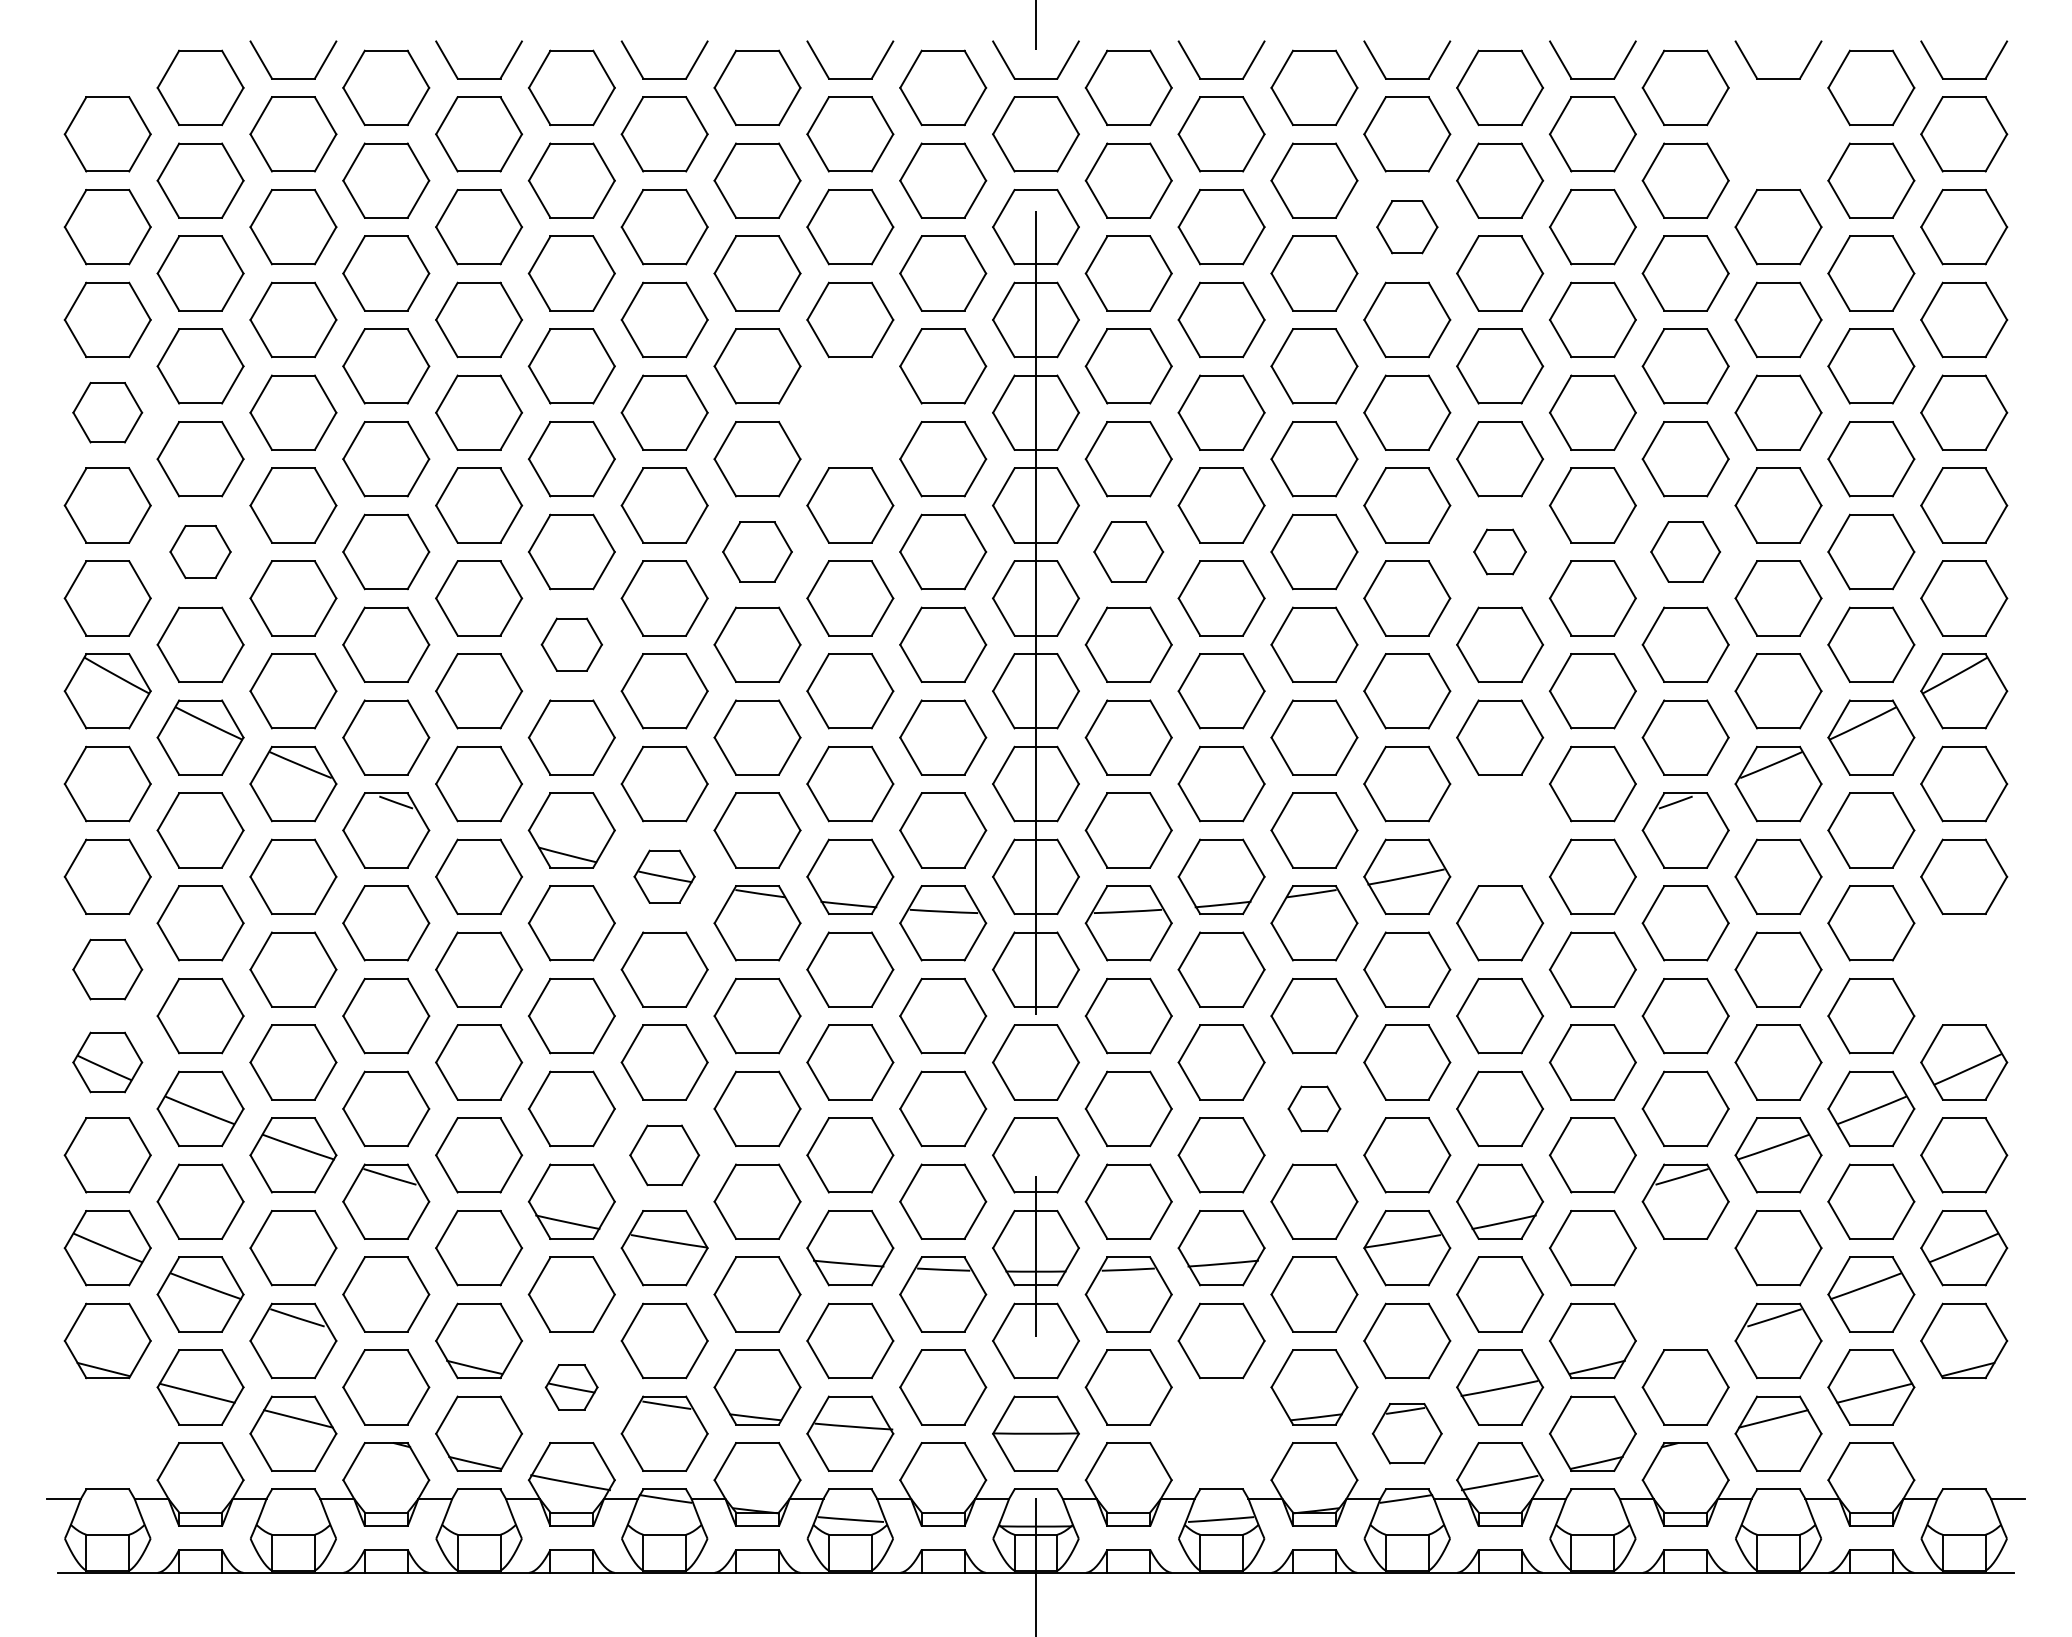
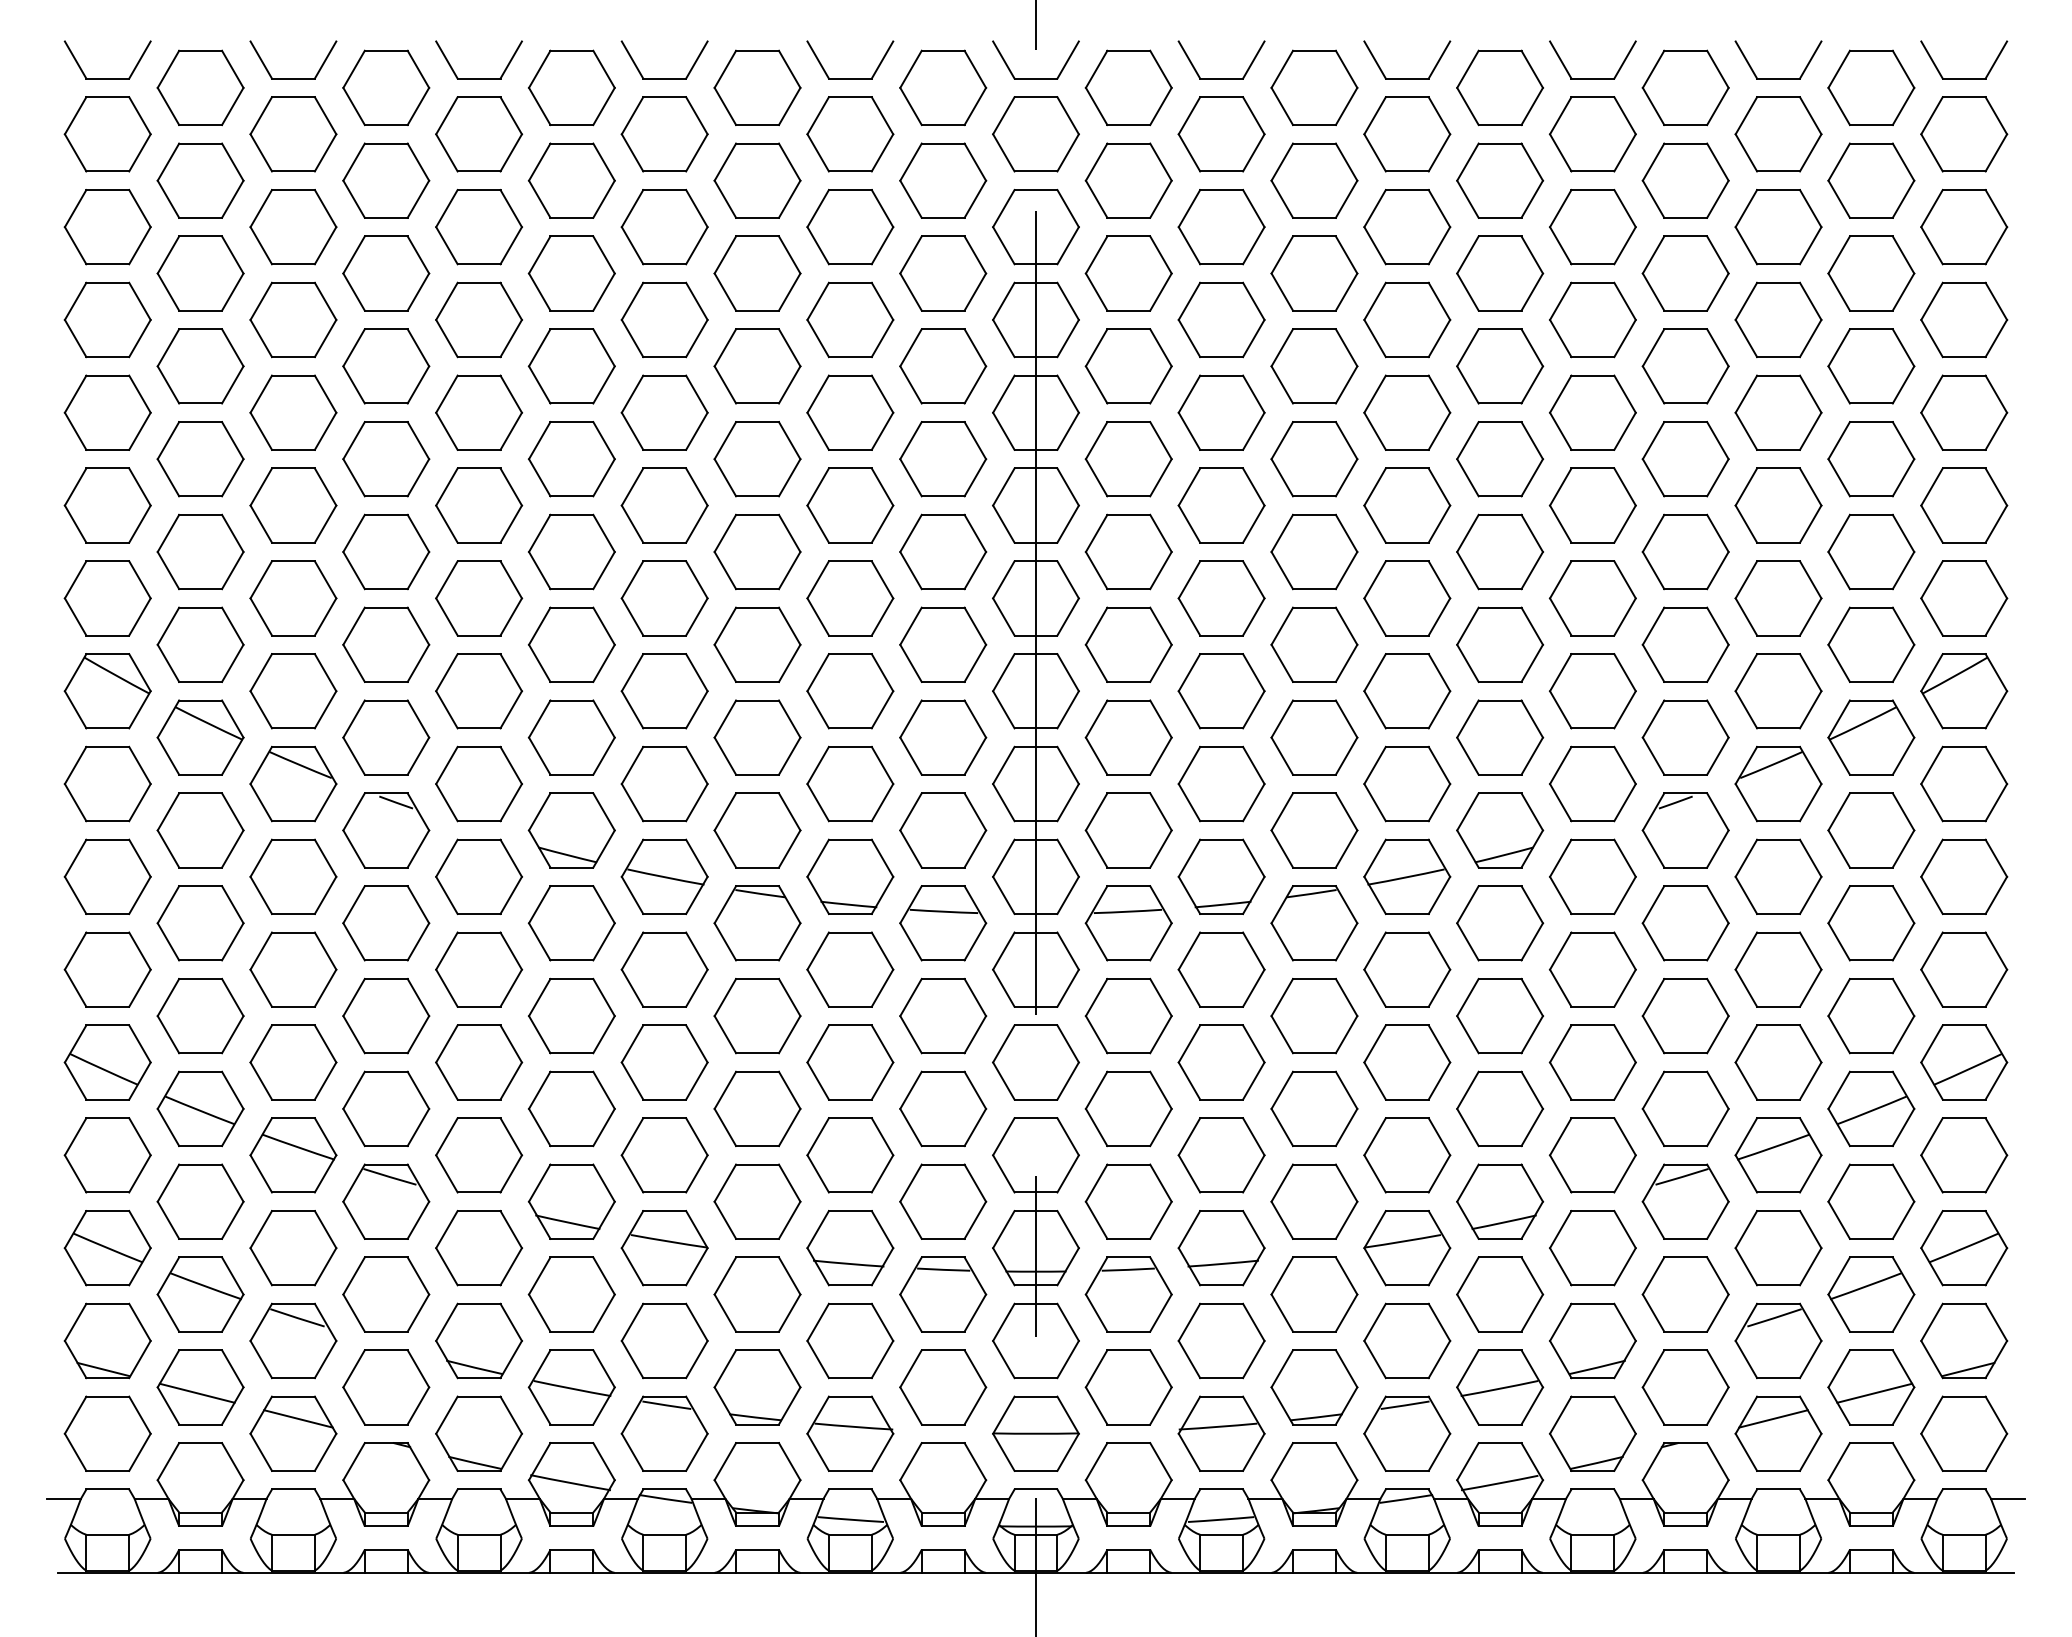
part at (107, 78): none -> present
part at (1778, 134): none -> present
part at (1407, 227) size: 63x55 px -> 89x77 px
part at (107, 412) size: 72x62 px -> 89x77 px
part at (850, 412): none -> present
part at (200, 551) size: 63x54 px -> 89x78 px
part at (757, 551) size: 71x62 px -> 89x78 px
part at (1128, 551) size: 72x62 px -> 89x78 px
part at (1499, 551) size: 54x48 px -> 88x78 px
part at (1685, 551) size: 71x62 px -> 89x78 px
part at (571, 644) size: 63x55 px -> 88x77 px
part at (1500, 830): none -> present
part at (664, 876) size: 63x55 px -> 89x77 px
part at (107, 969) size: 72x63 px -> 89x77 px
part at (1964, 969): none -> present
part at (107, 1062) size: 72x63 px -> 89x77 px
part at (1314, 1108) size: 55x48 px -> 89x78 px
part at (664, 1155) size: 72x63 px -> 89x77 px
part at (1685, 1294): none -> present
part at (571, 1387) size: 55x47 px -> 89x77 px
part at (107, 1433): none -> present
part at (1221, 1433): none -> present
part at (1406, 1433) size: 72x62 px -> 89x77 px
part at (1964, 1433): none -> present
